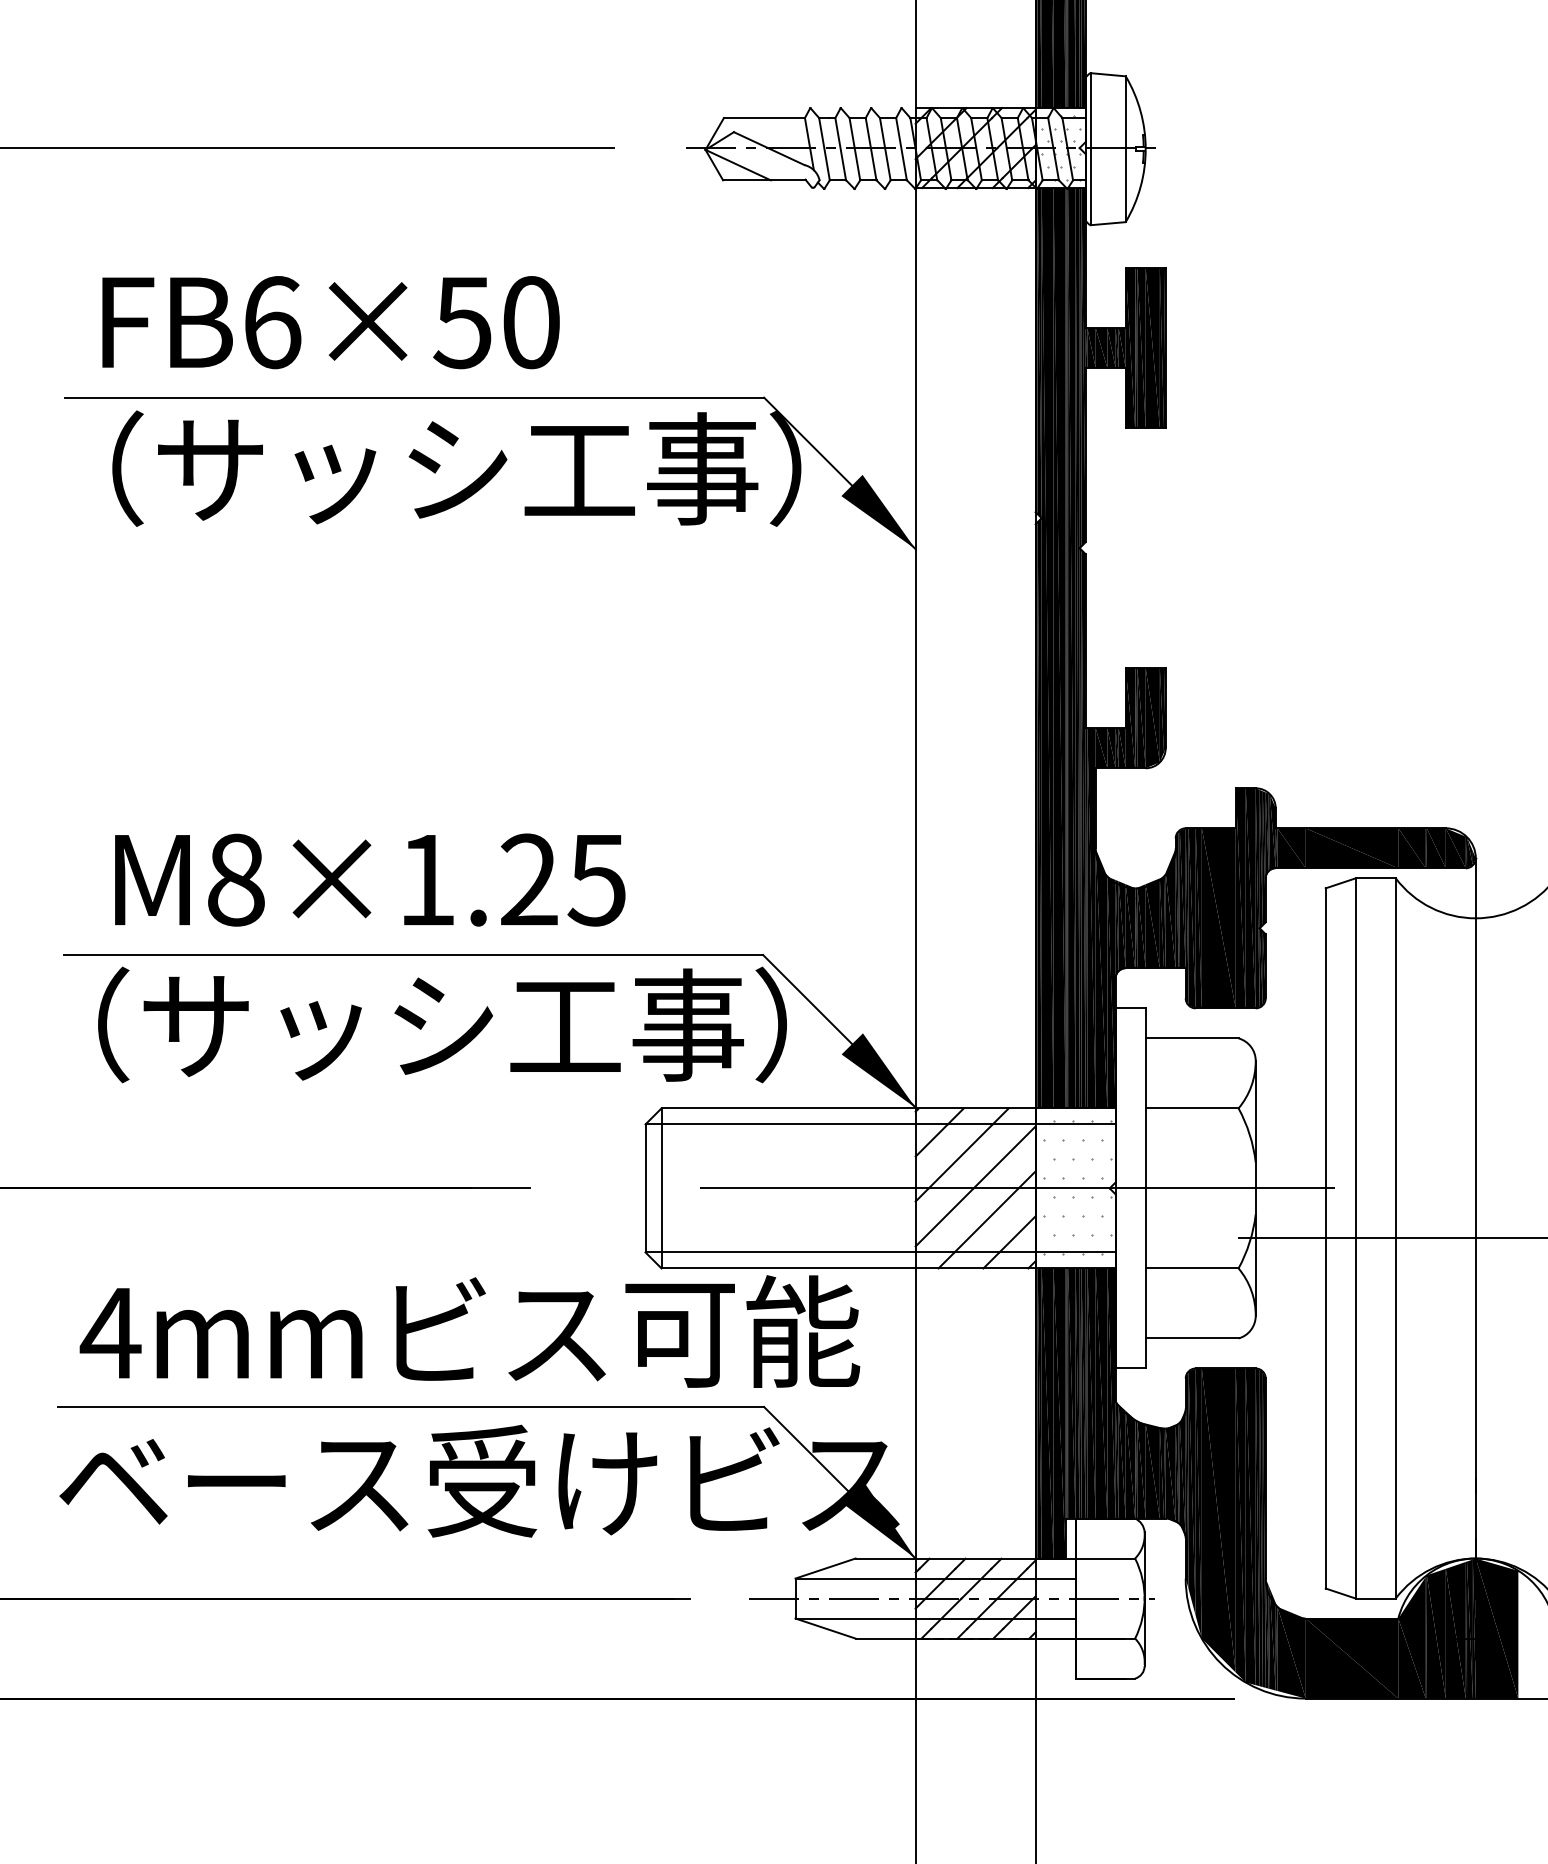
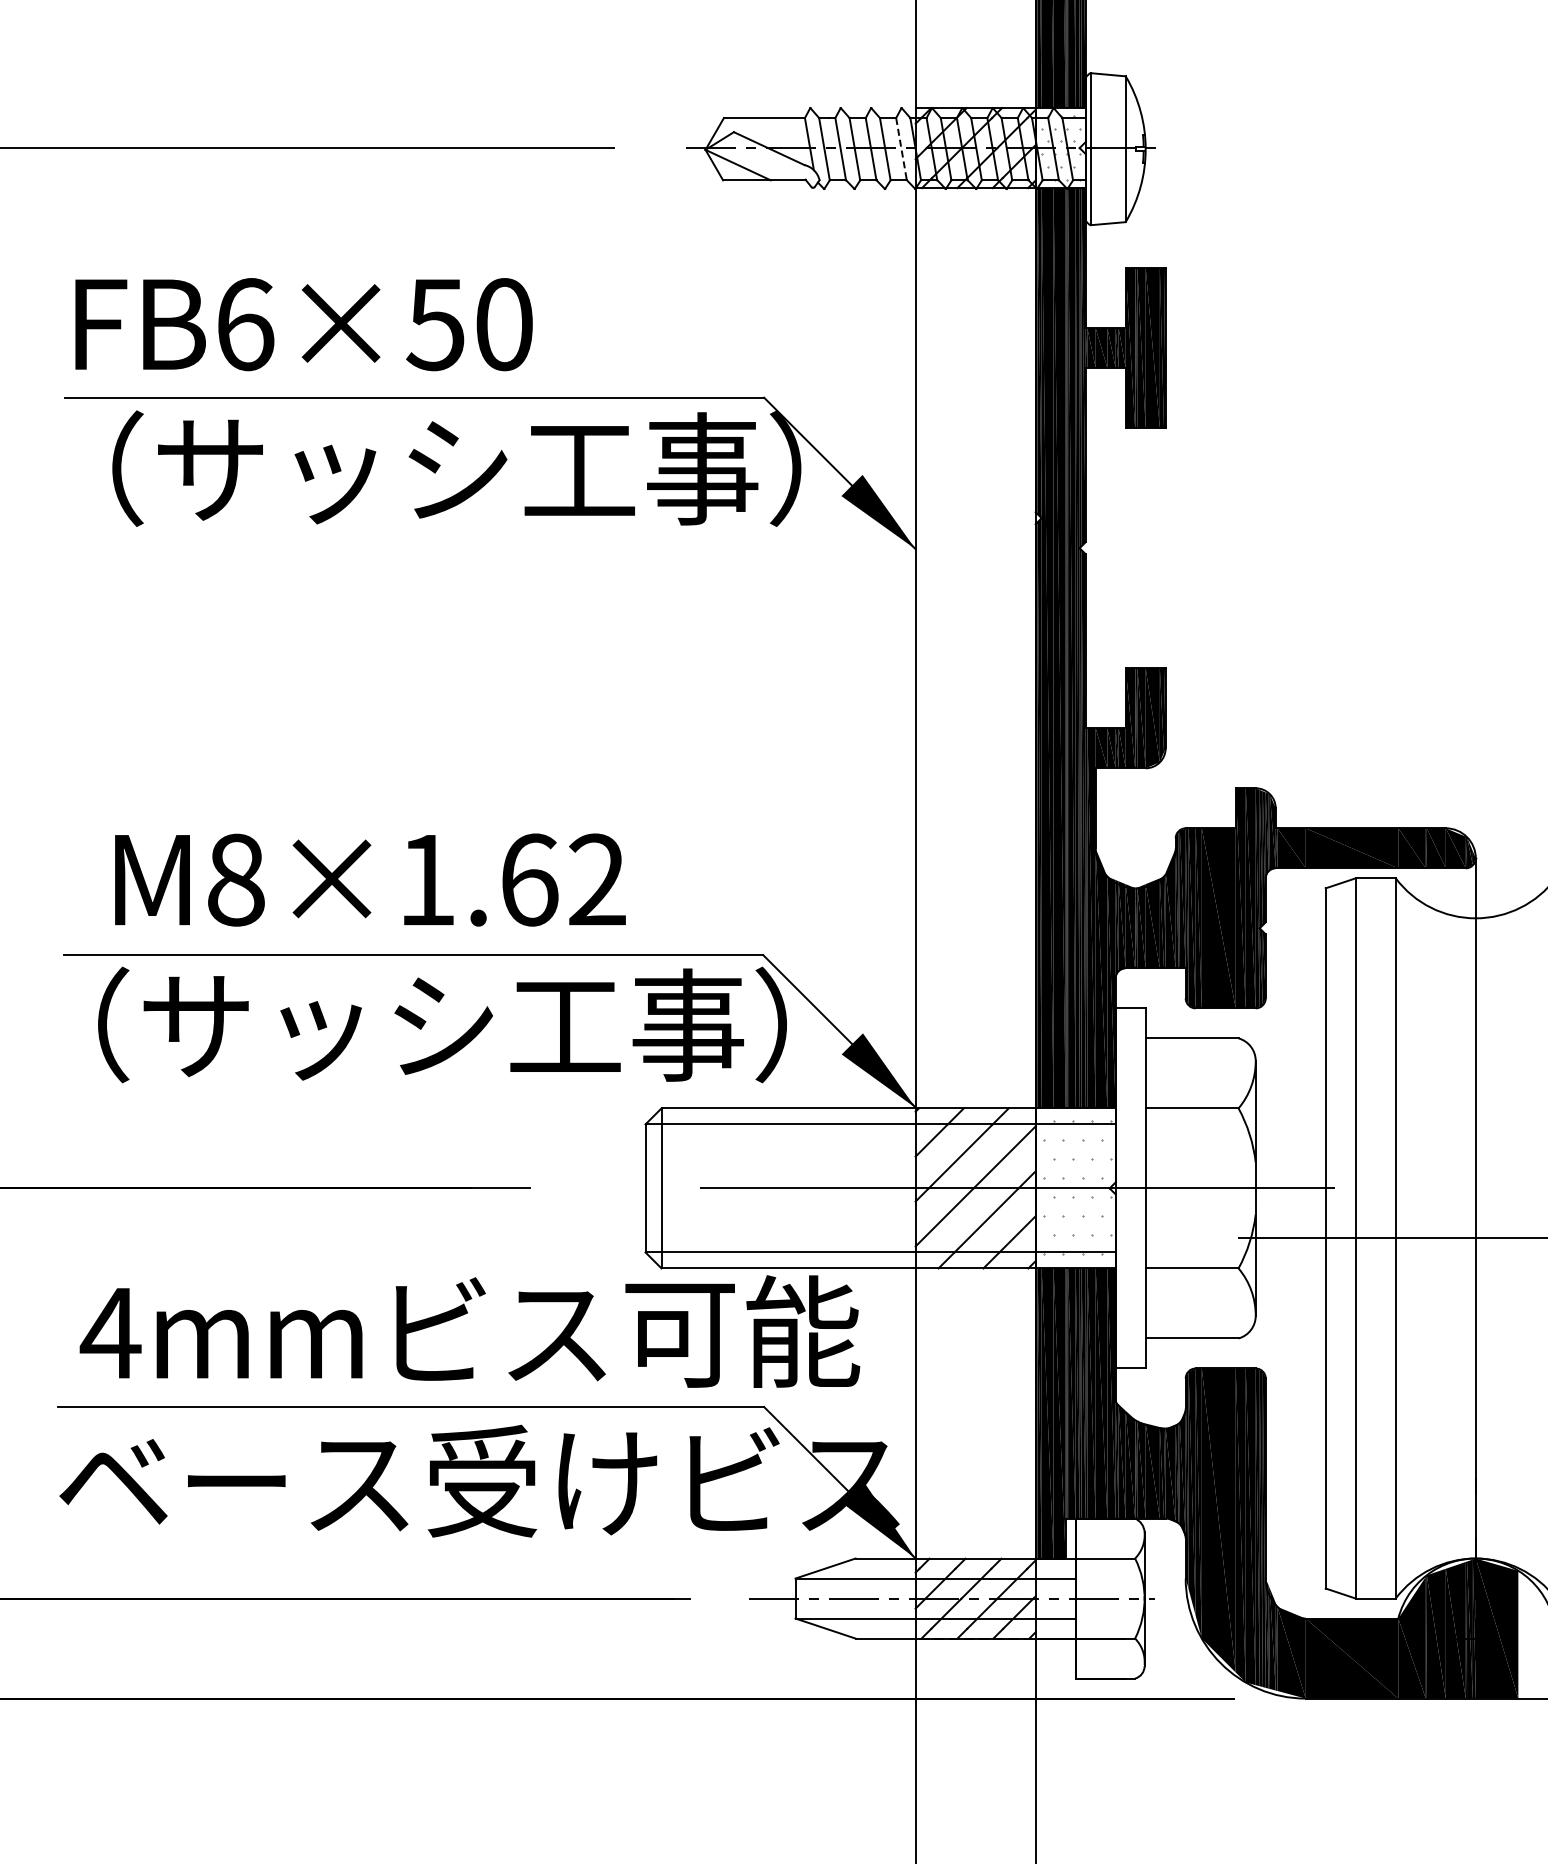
line at (901, 149): solid -> dashed
text at (330, 322) position: (330, 322) -> (303, 324)
text at (562, 879): M8×1.25 -> M8×1.62
